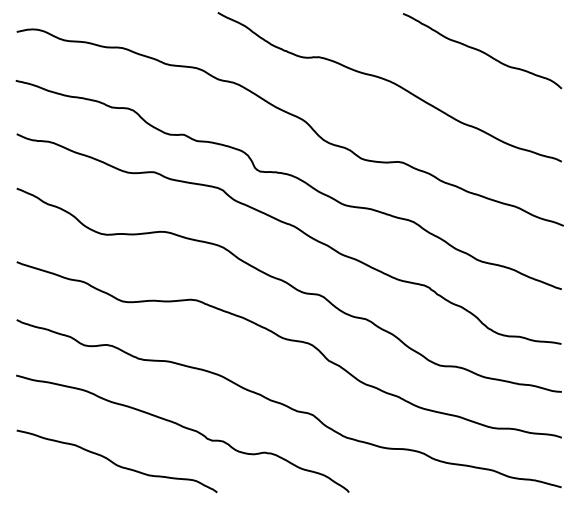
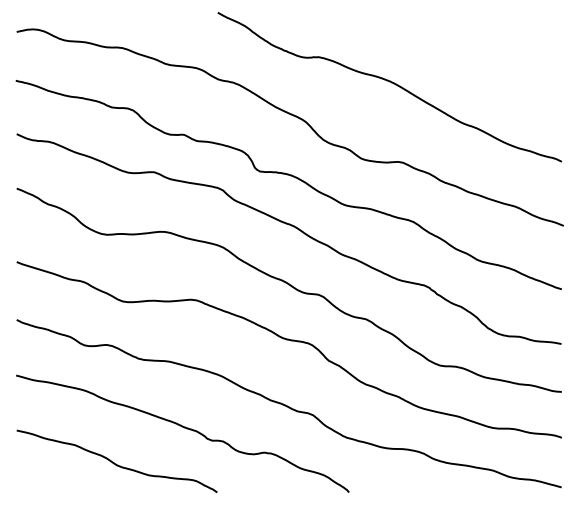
curve at (482, 51): present -> none
